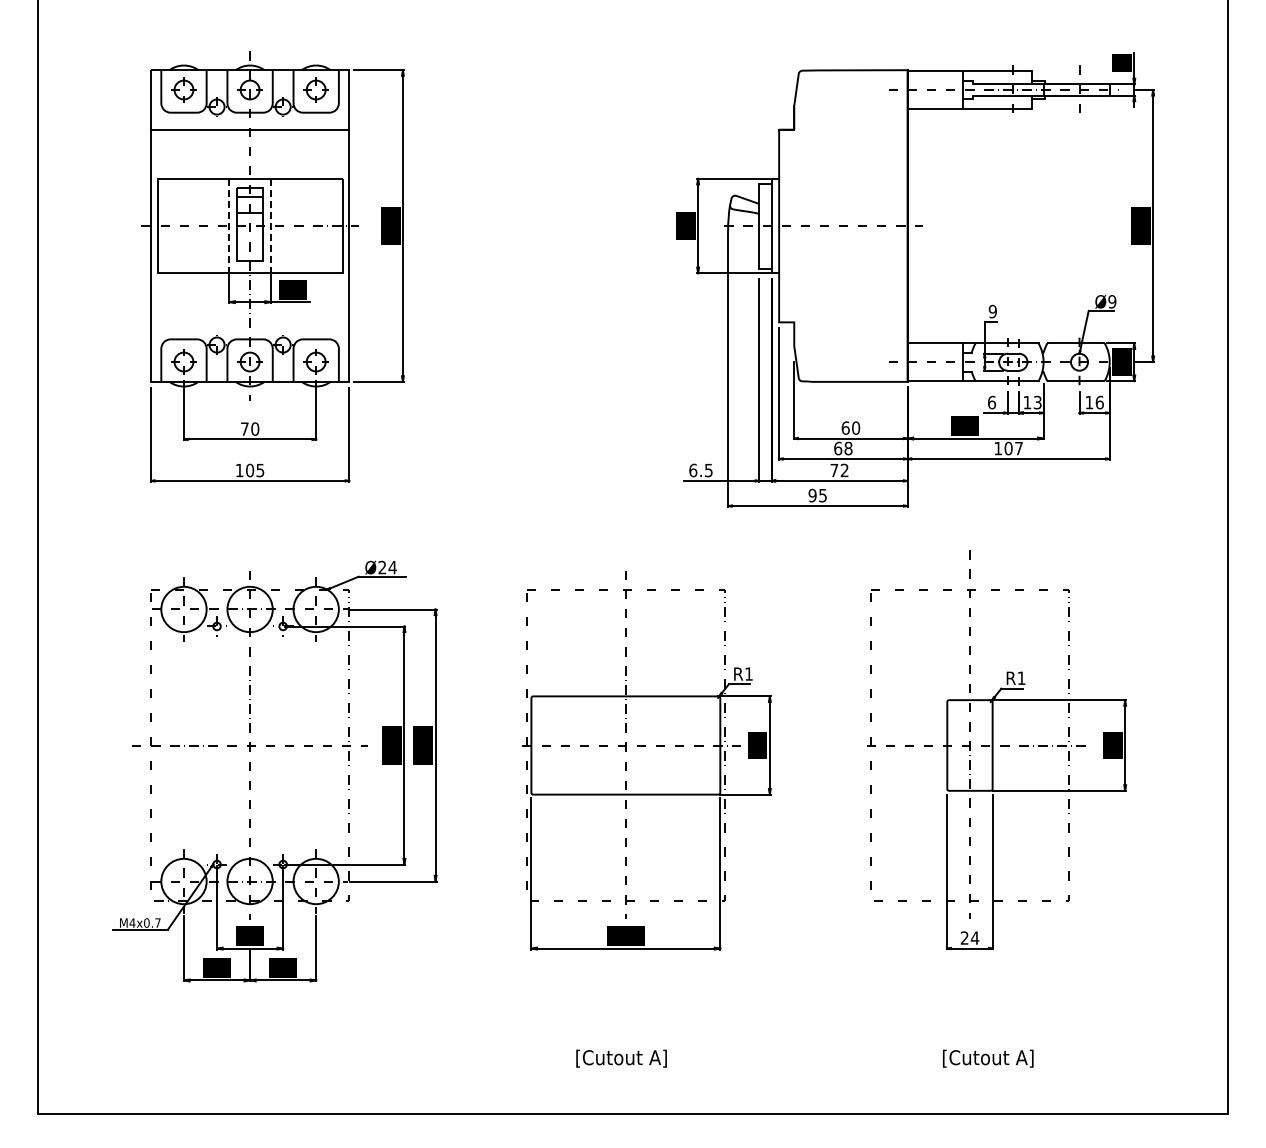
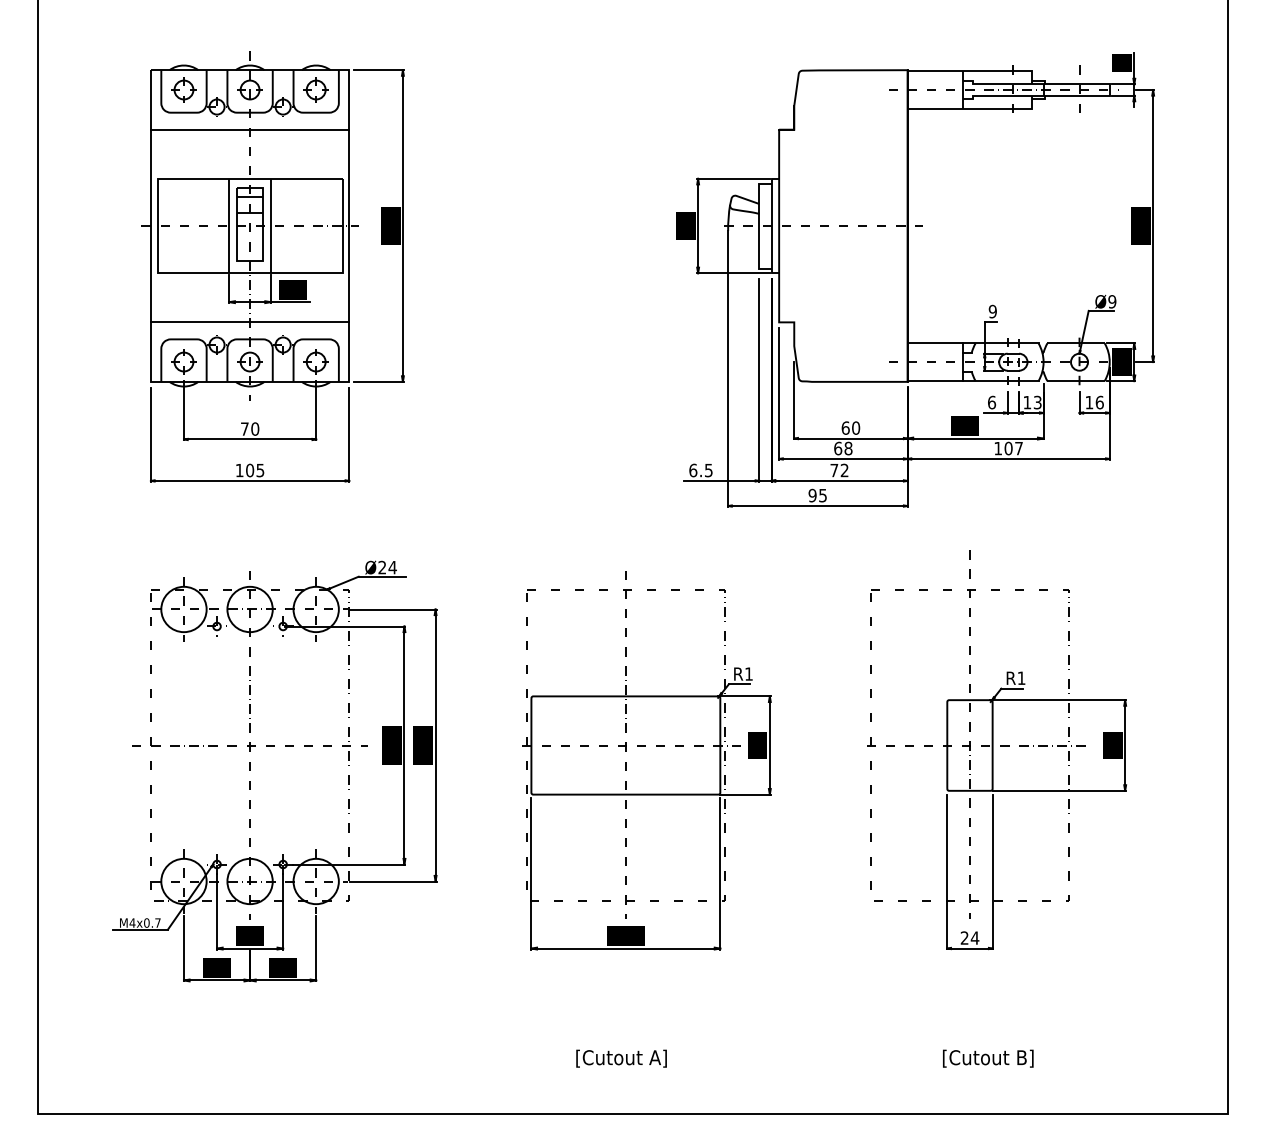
line at (229, 226): dashed -> solid
line at (270, 226): dashed -> solid
line at (249, 322): none -> present
text at (1021, 1057): [Cutout A] -> [Cutout B]
